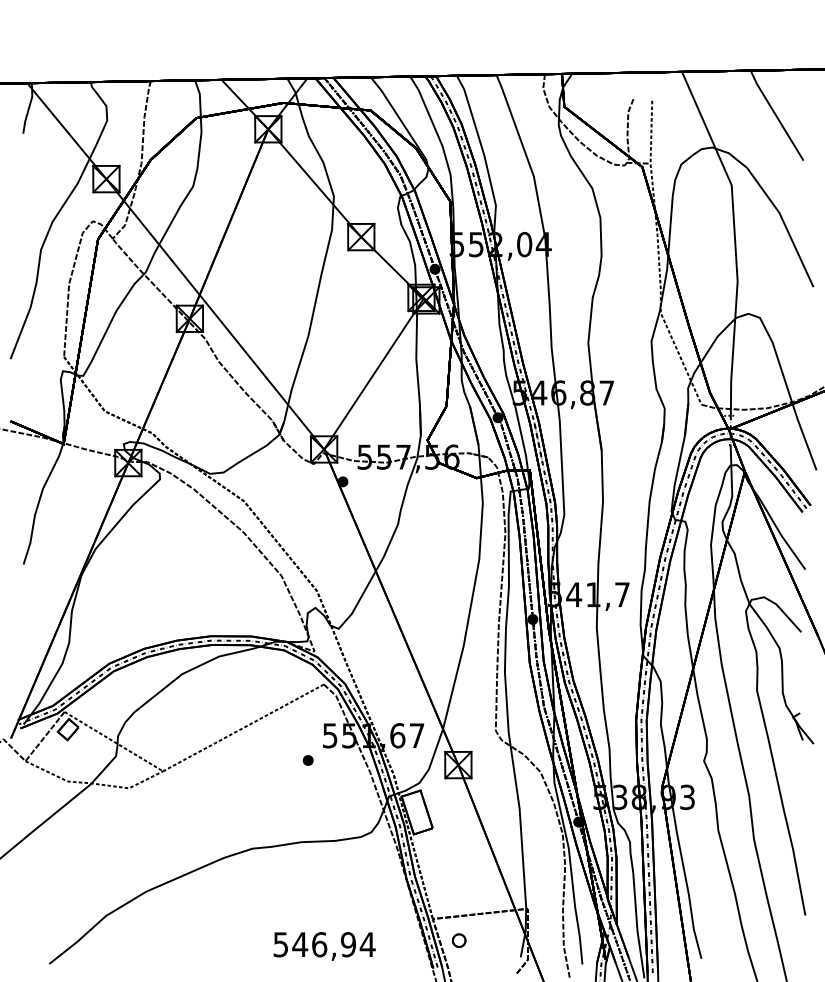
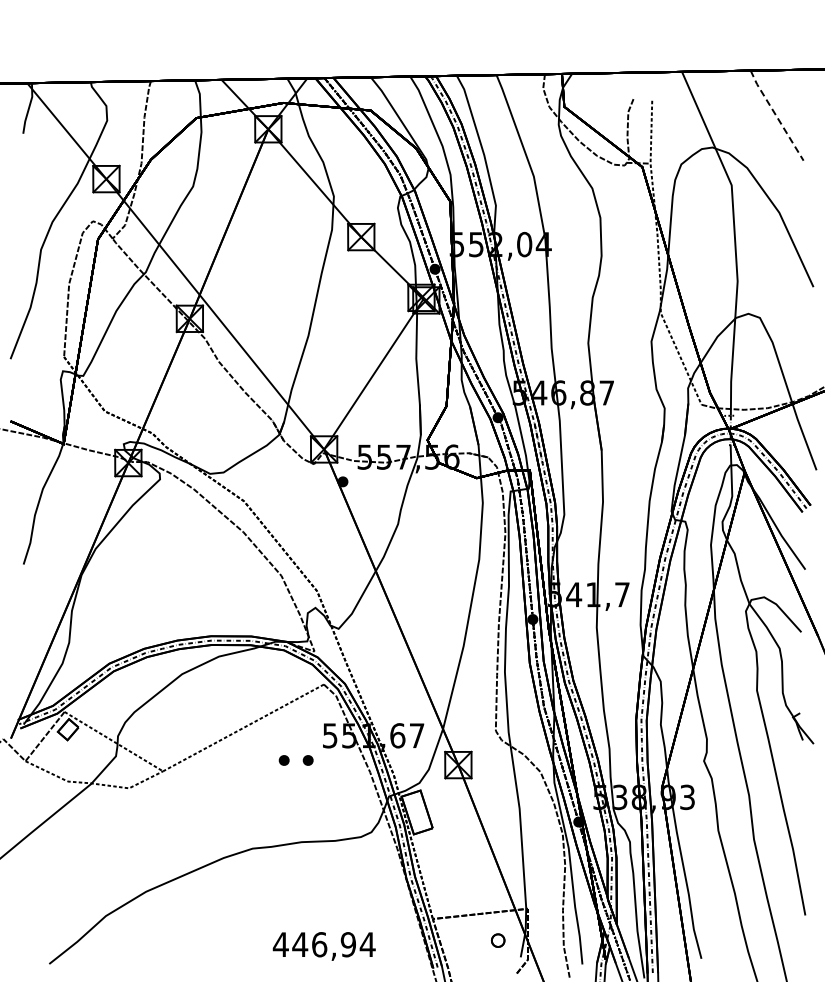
line at (776, 115): solid -> dashed
part at (283, 760): none -> present
part at (459, 940) position: (459, 940) -> (498, 940)
text at (280, 944): 546,94 -> 446,94
